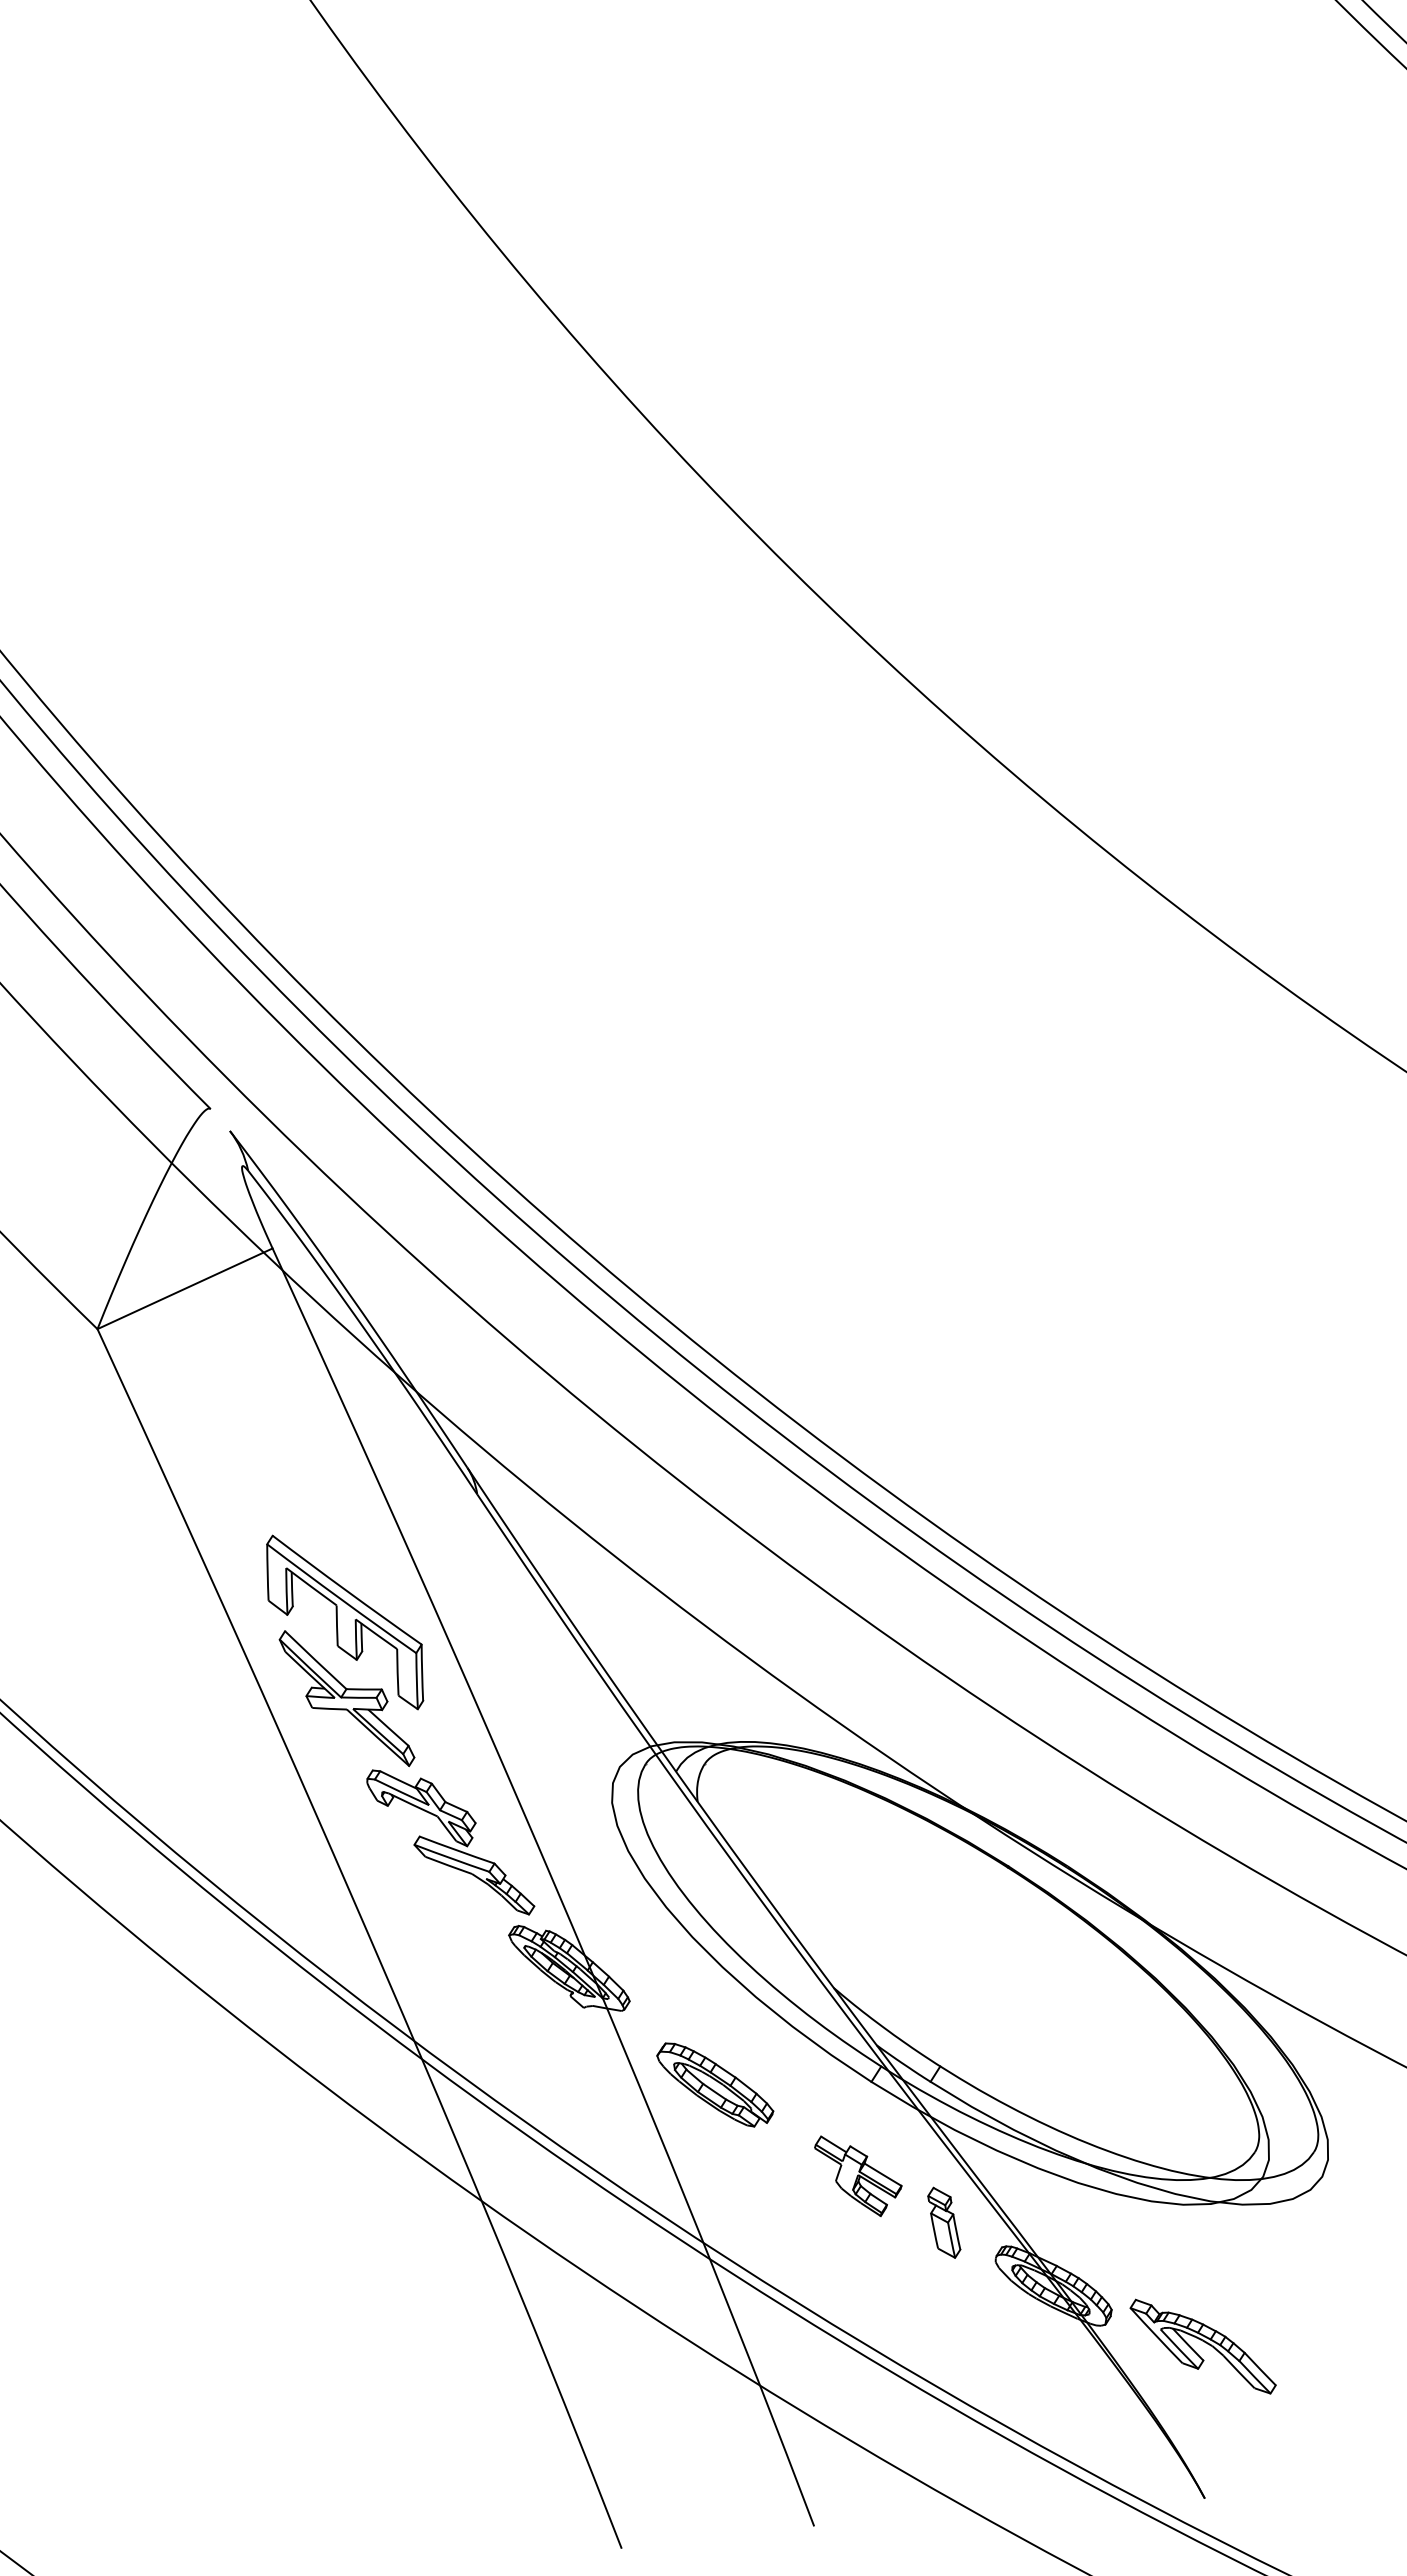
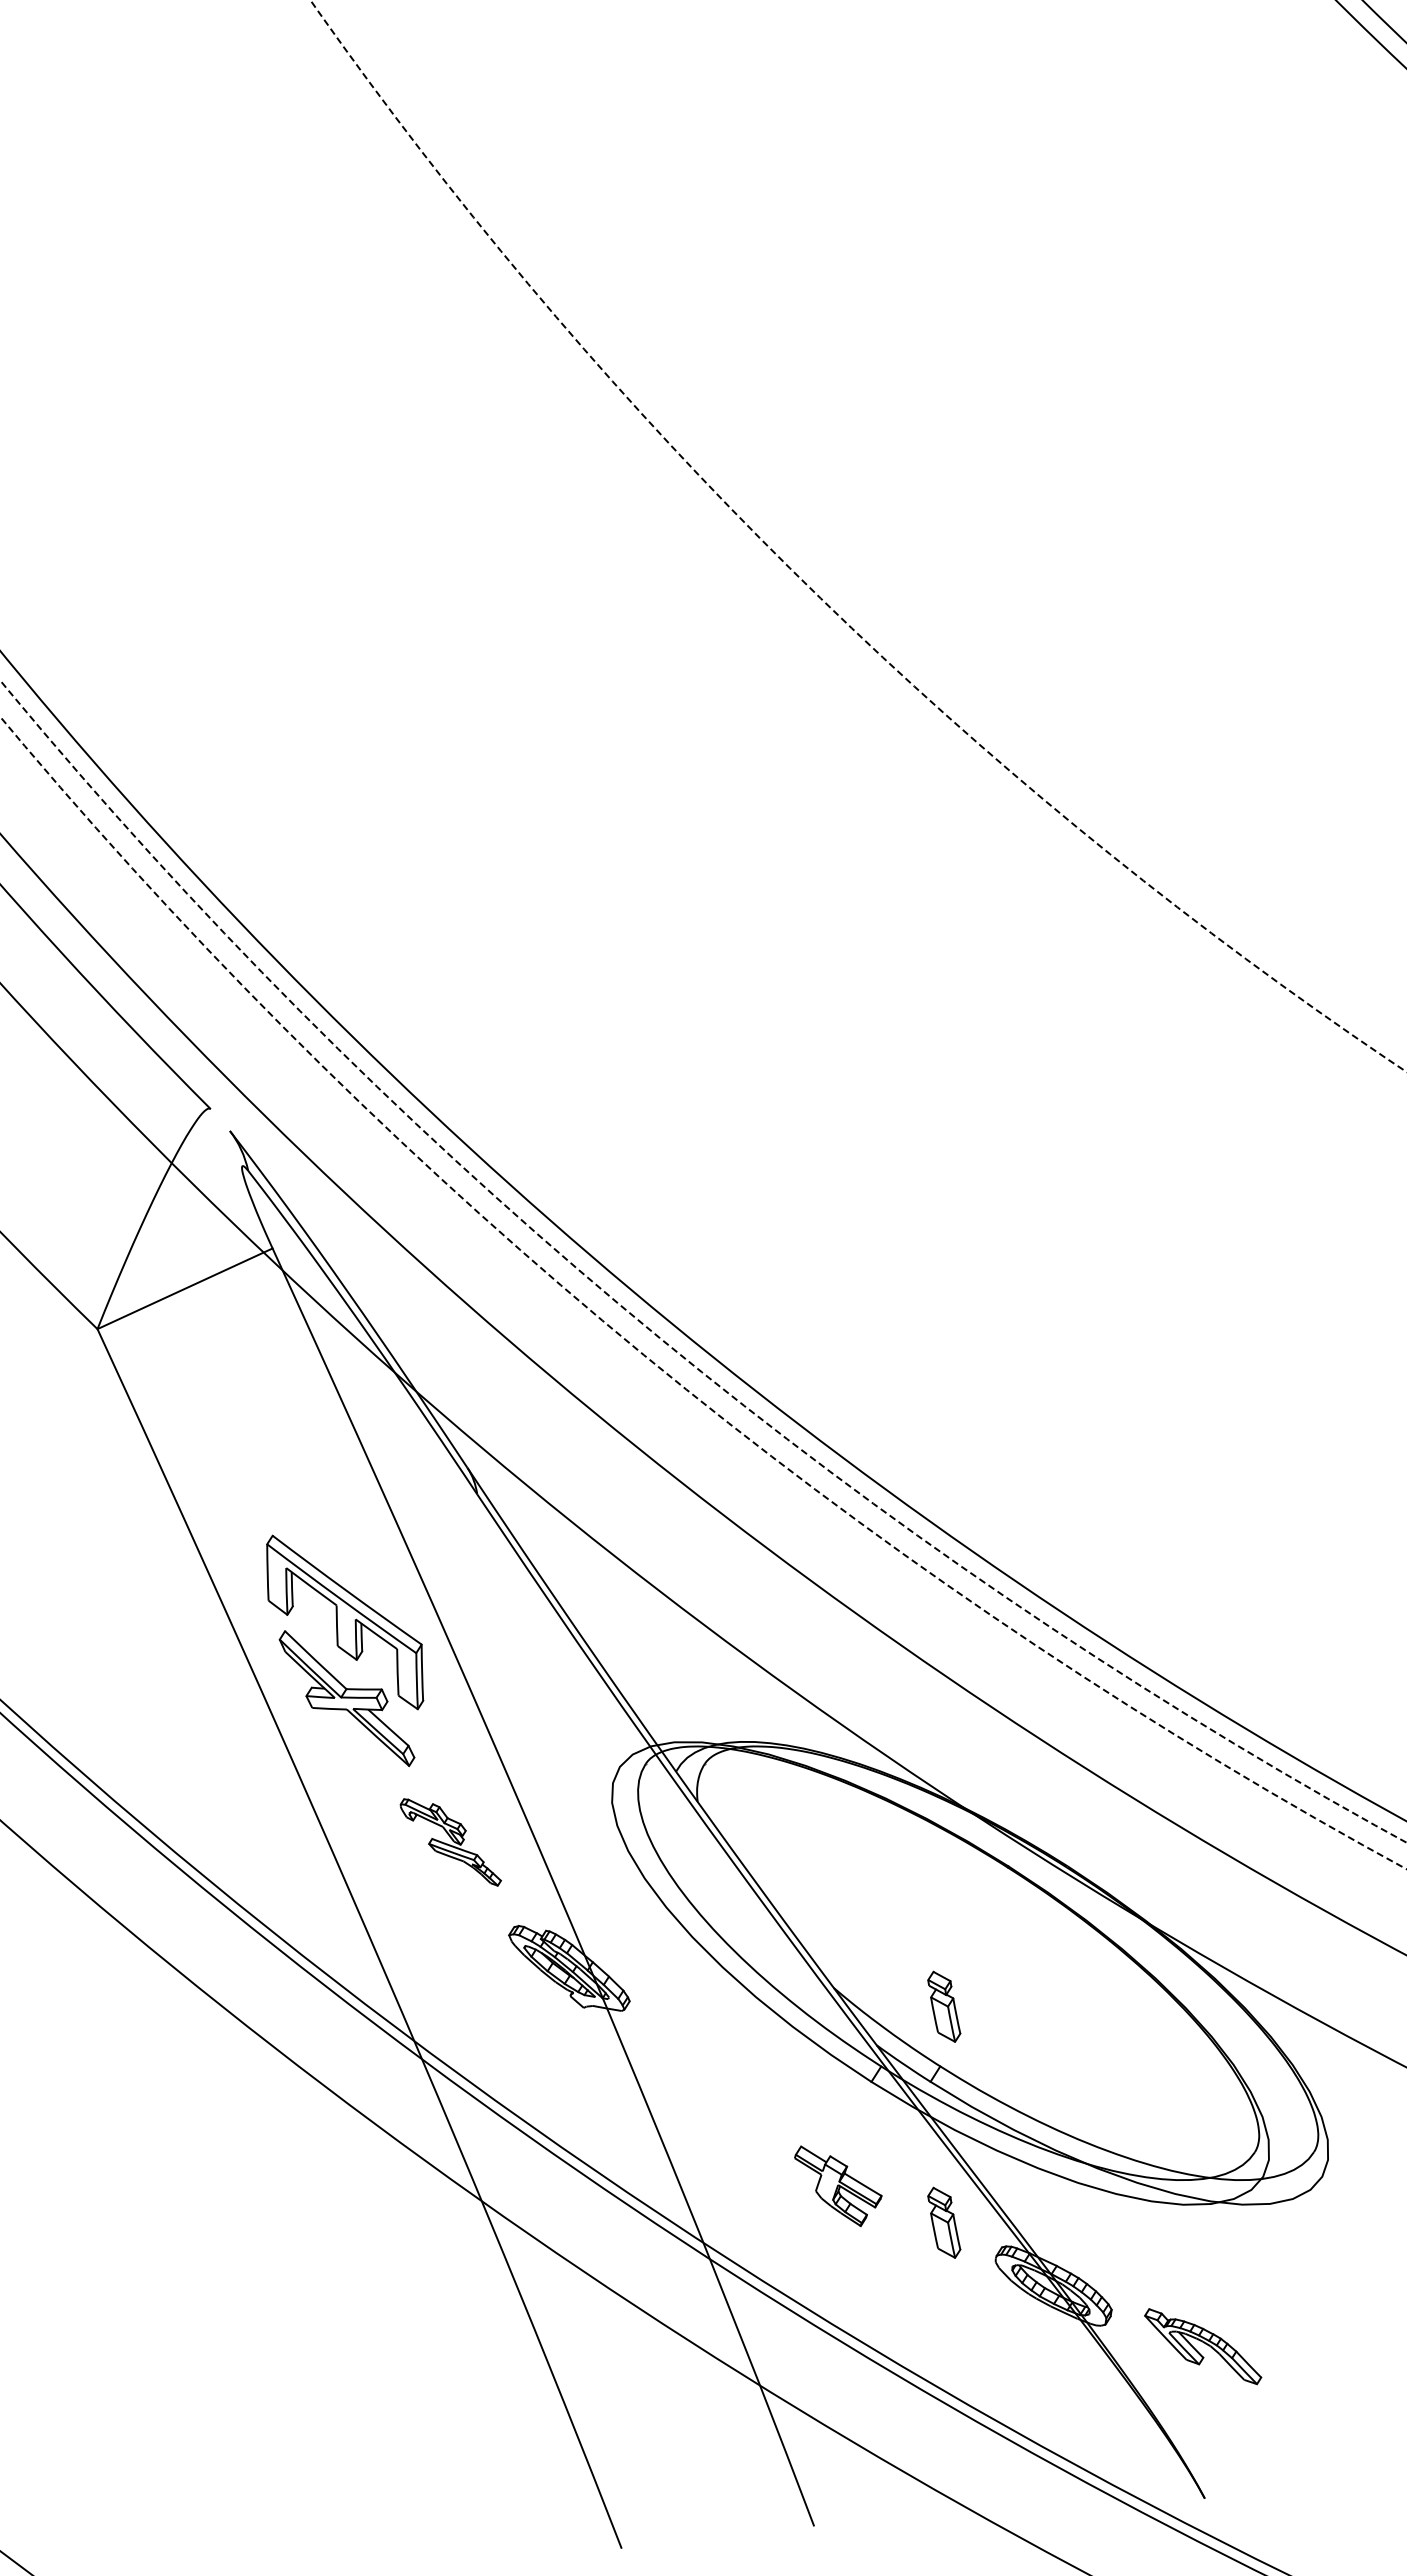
arc at (807, 585): solid -> dashed
arc at (647, 1327): solid -> dashed
arc at (648, 1358): solid -> dashed
part at (450, 1842) size: 170x147 px -> 103x89 px
part at (944, 2006): none -> present
part at (715, 2084): present -> none
part at (858, 2175) position: (858, 2175) -> (838, 2185)
part at (1202, 2346) size: 148x97 px -> 119x78 px
